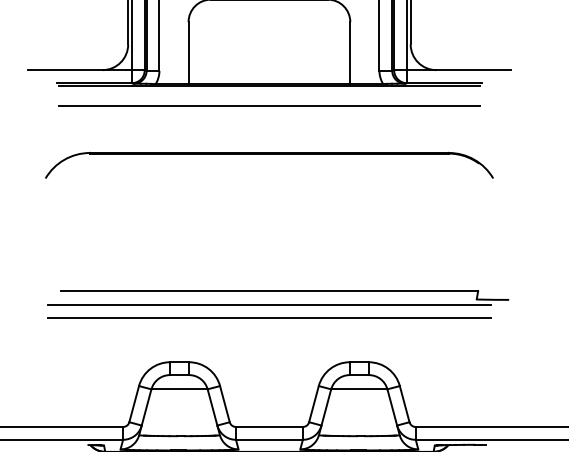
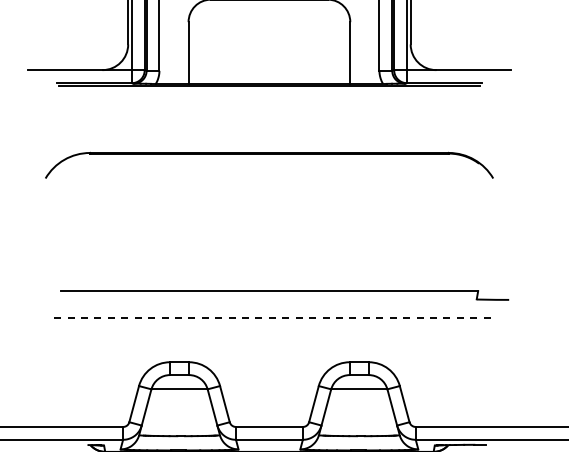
line at (269, 105): present -> none
line at (269, 305): present -> none
line at (268, 318): solid -> dashed
